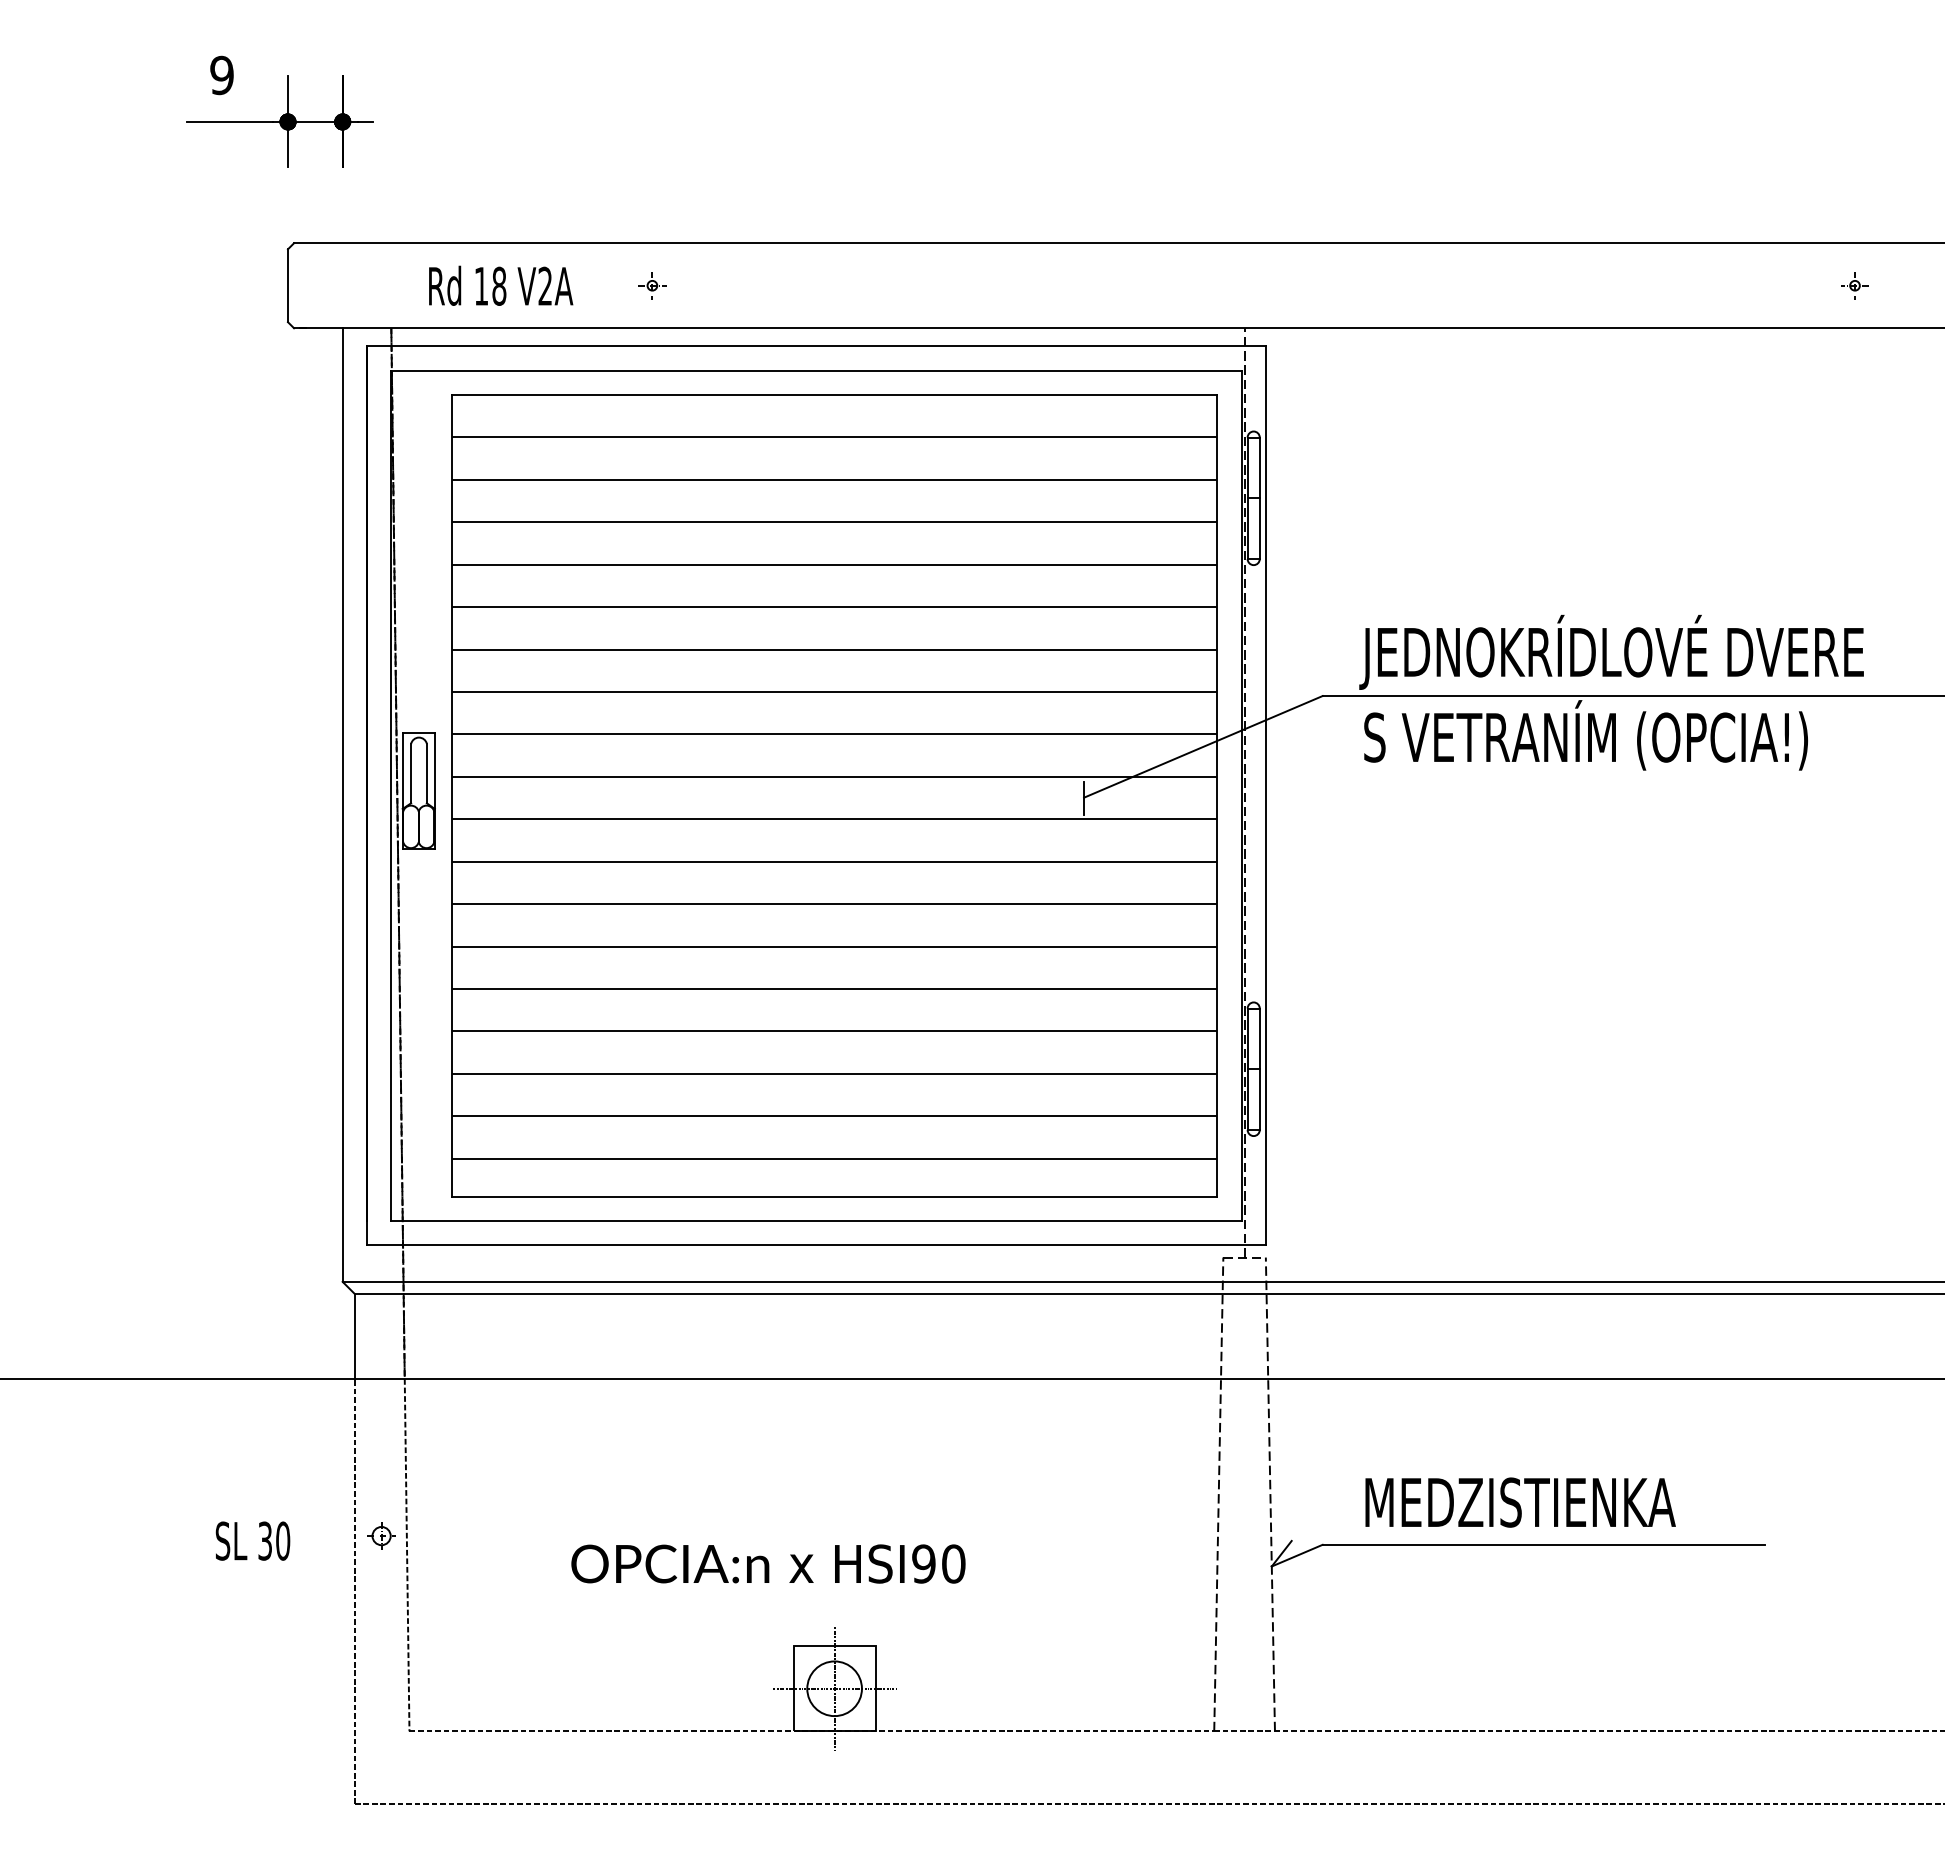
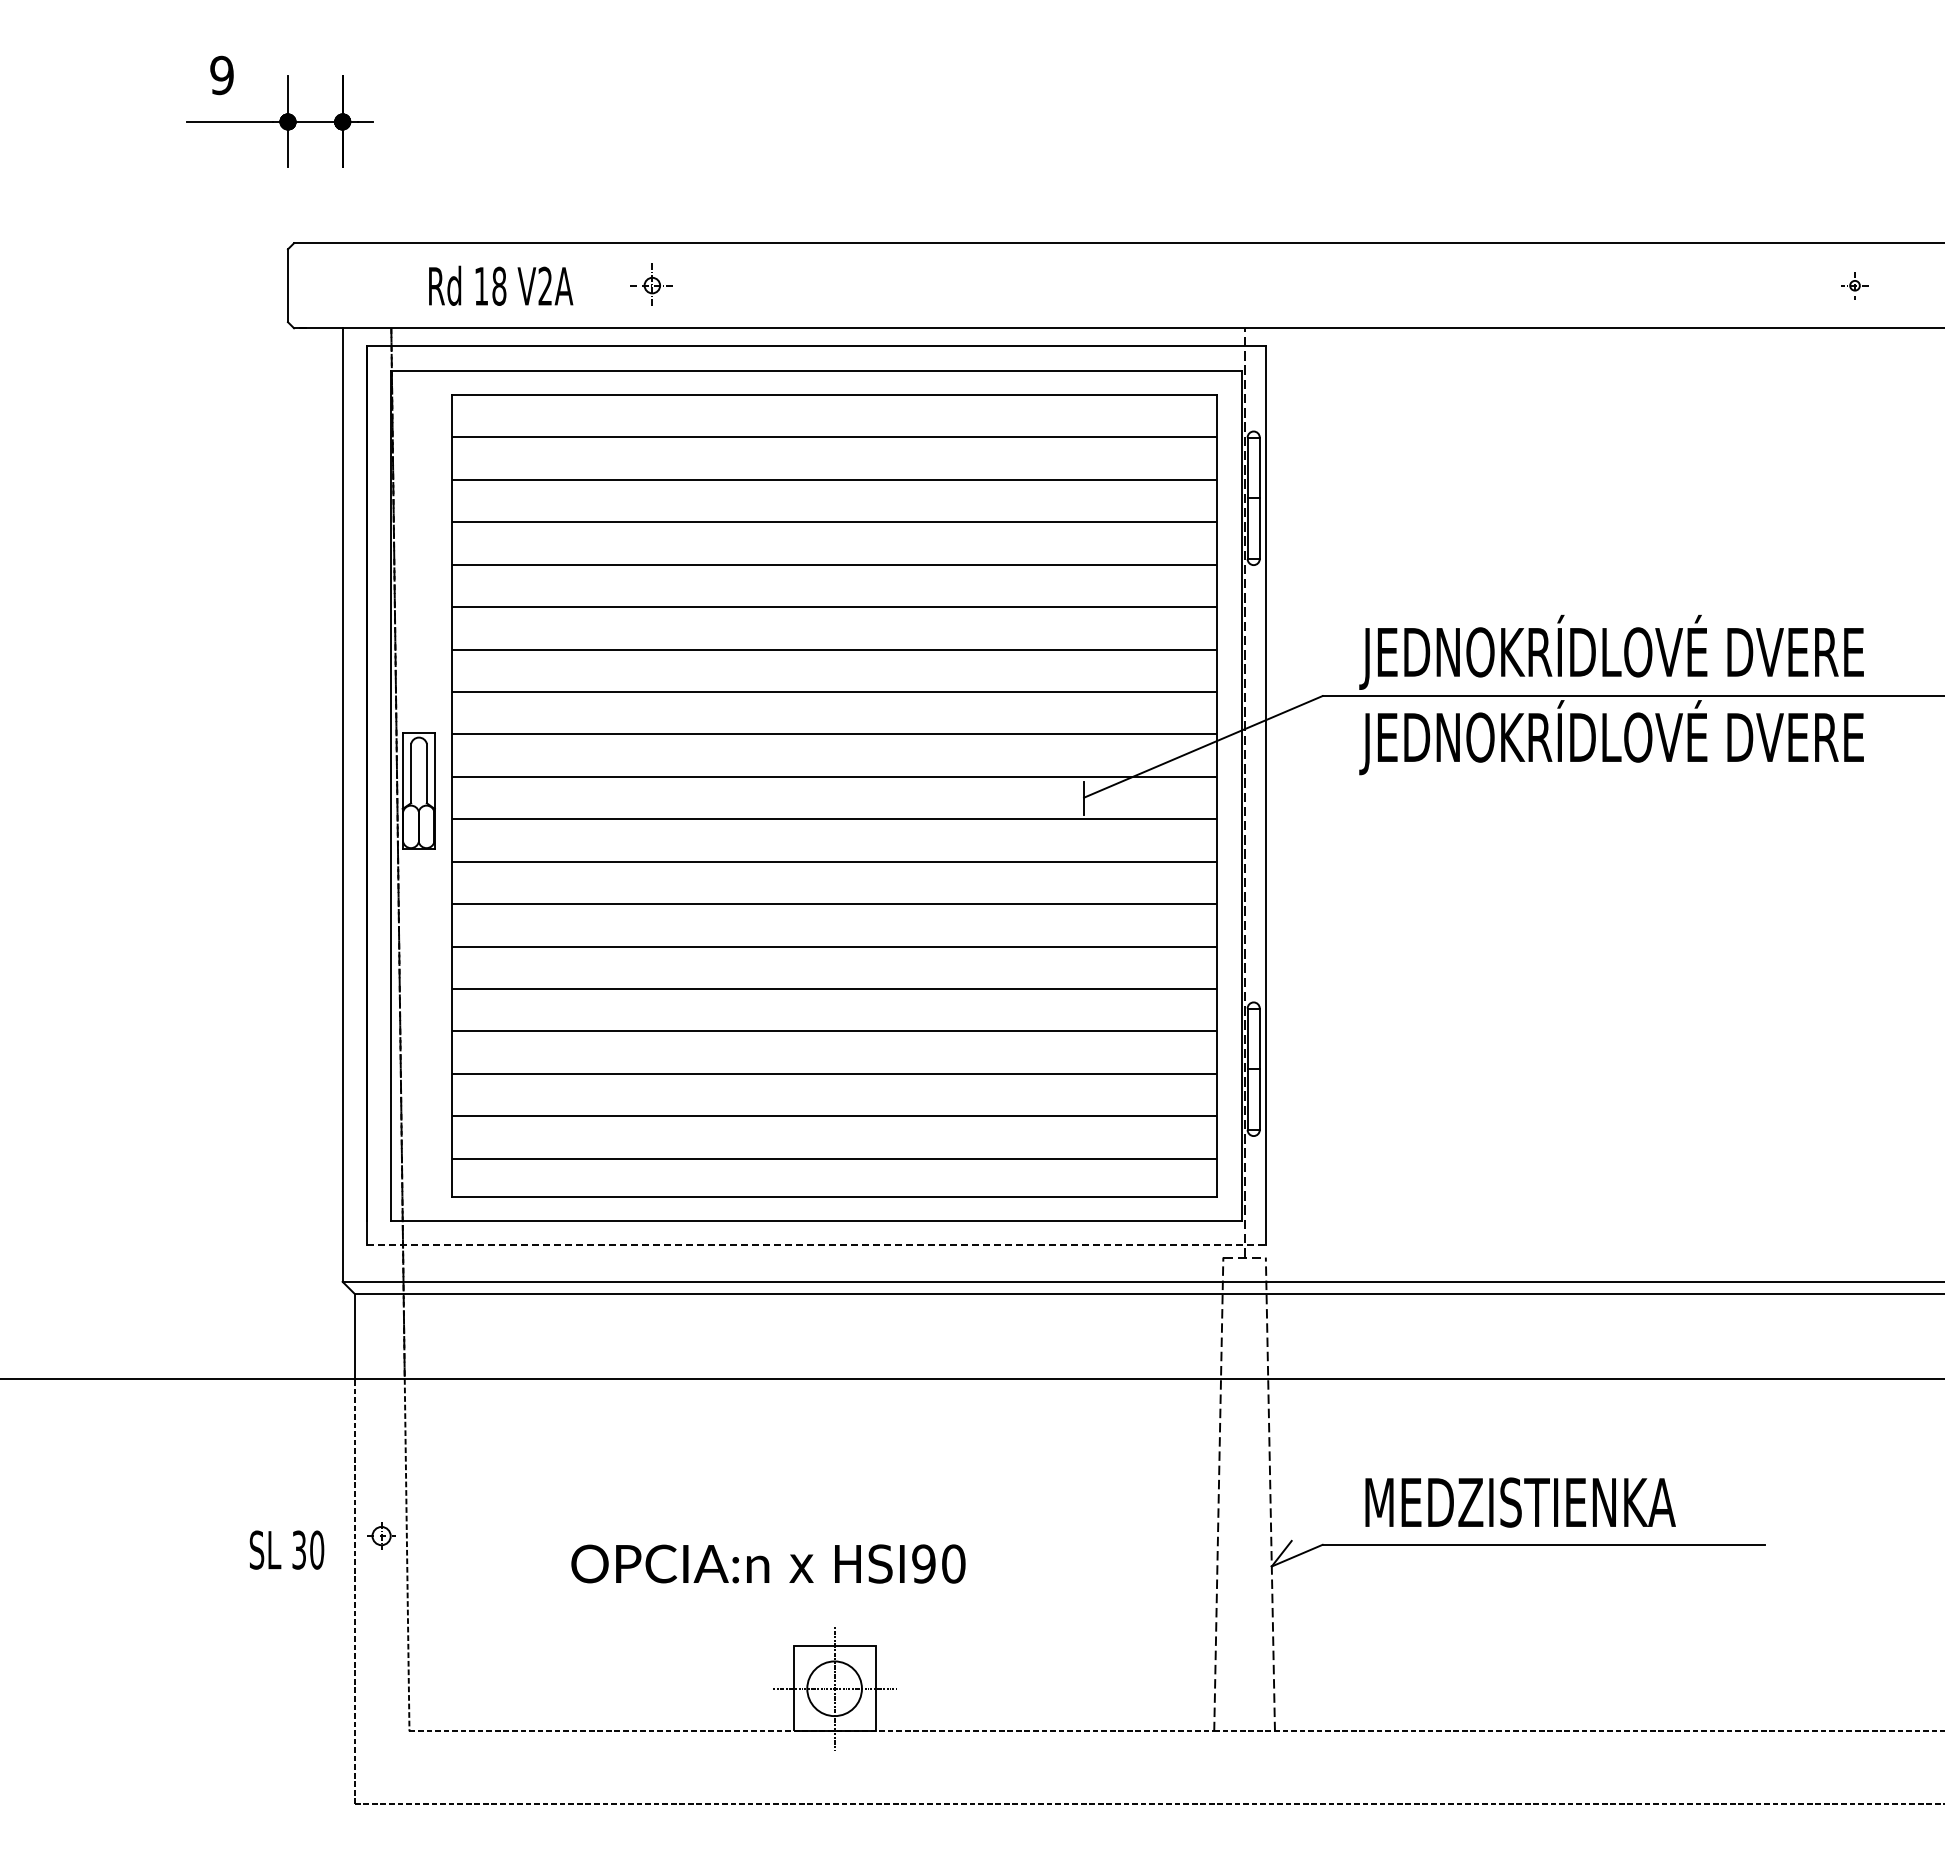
part at (652, 285) size: 29x28 px -> 43x43 px
text at (1611, 737): S VETRANÍM (OPCIA!) -> JEDNOKRÍDLOVÉ DVERE
line at (816, 1245): solid -> dashed
text at (252, 1540) position: (252, 1540) -> (286, 1549)
